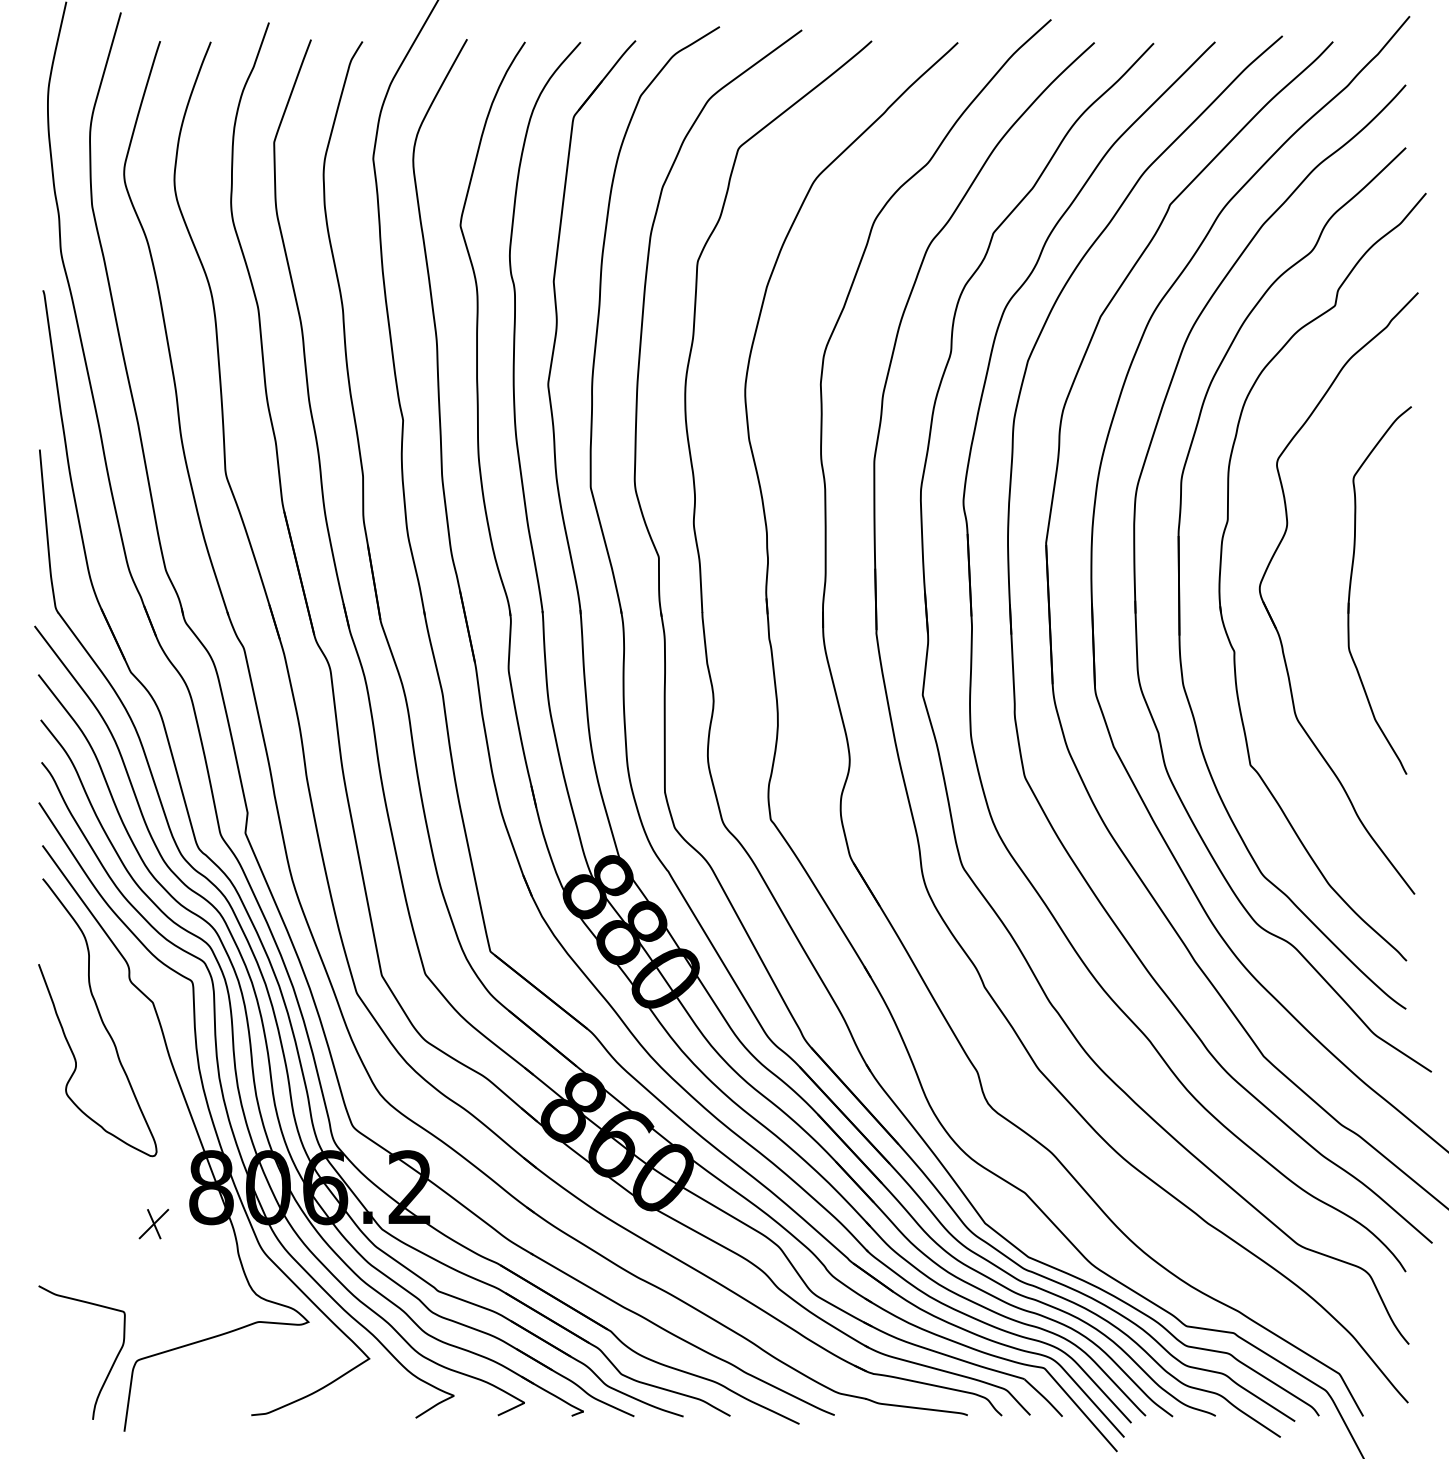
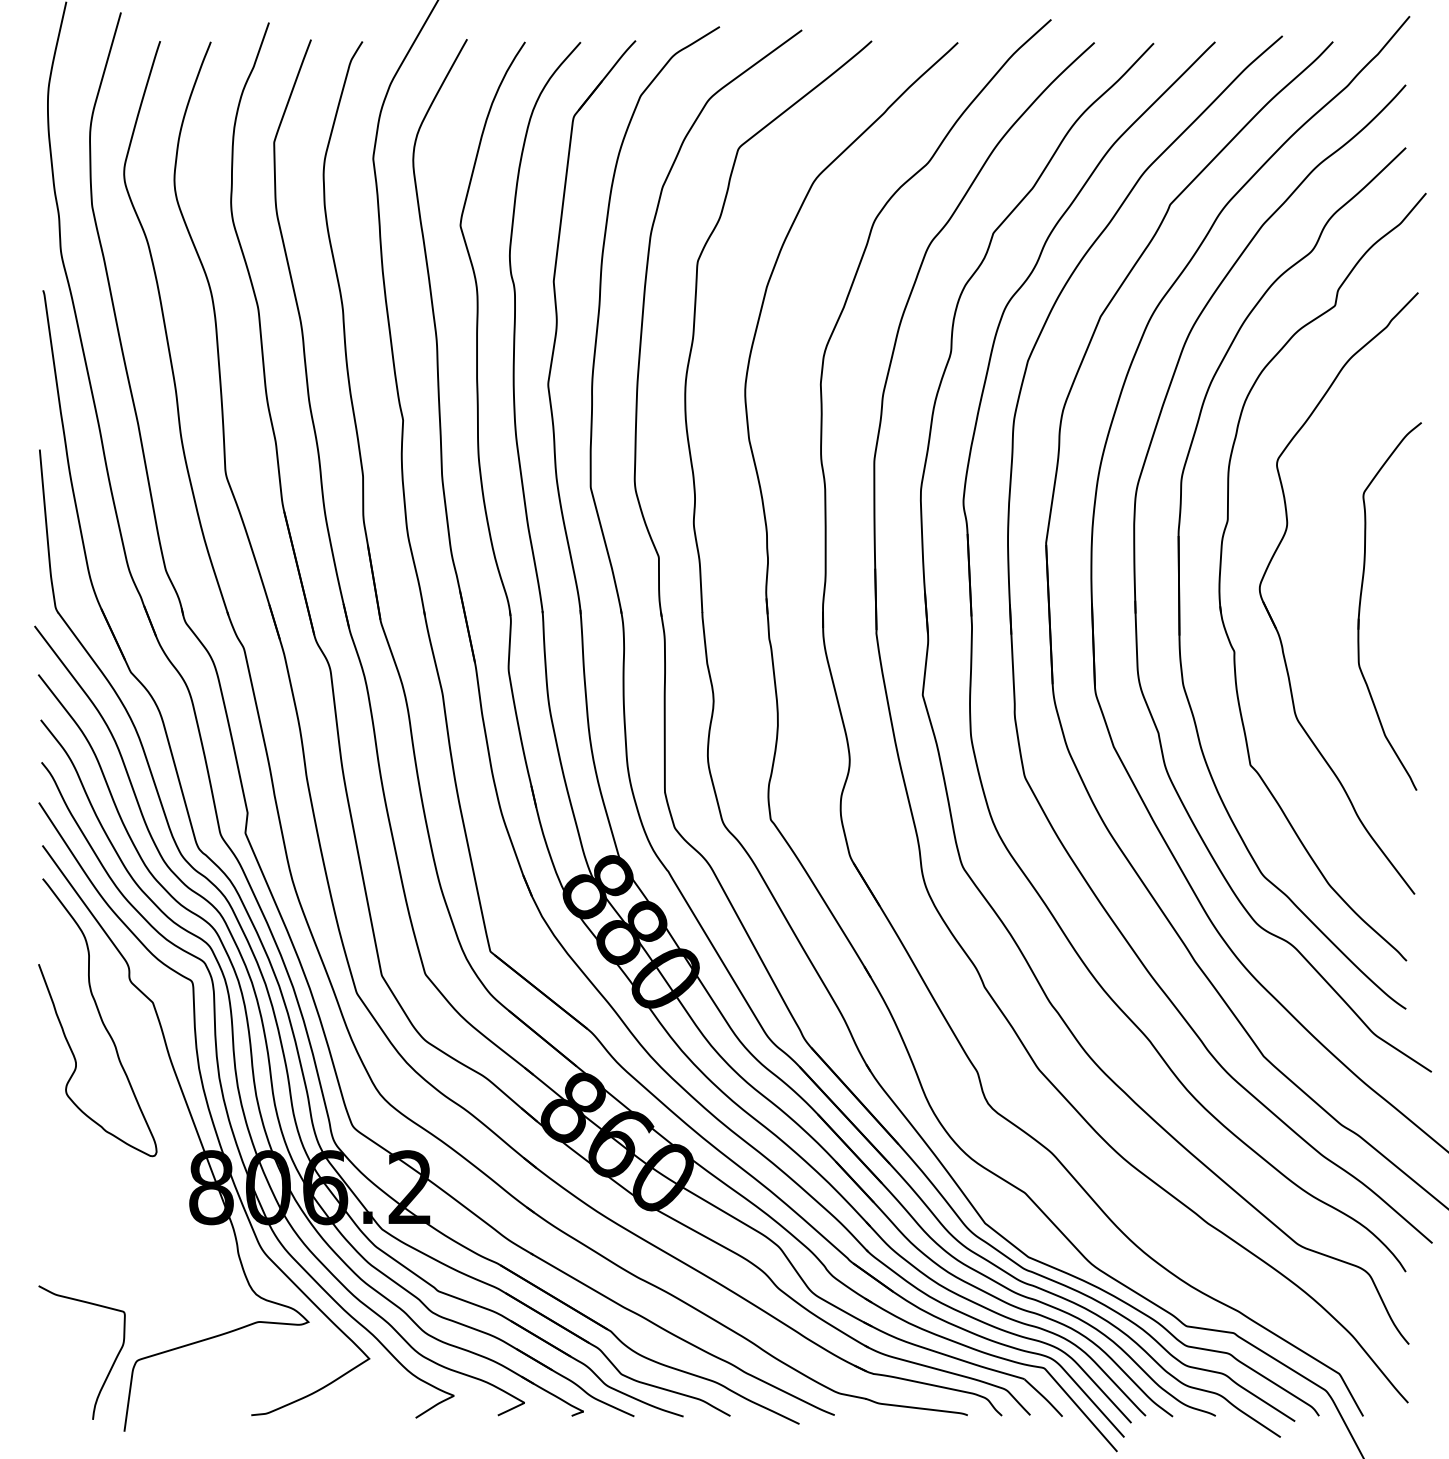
part at (1351, 585) position: (1351, 585) -> (1361, 601)
part at (153, 1224): present -> none
